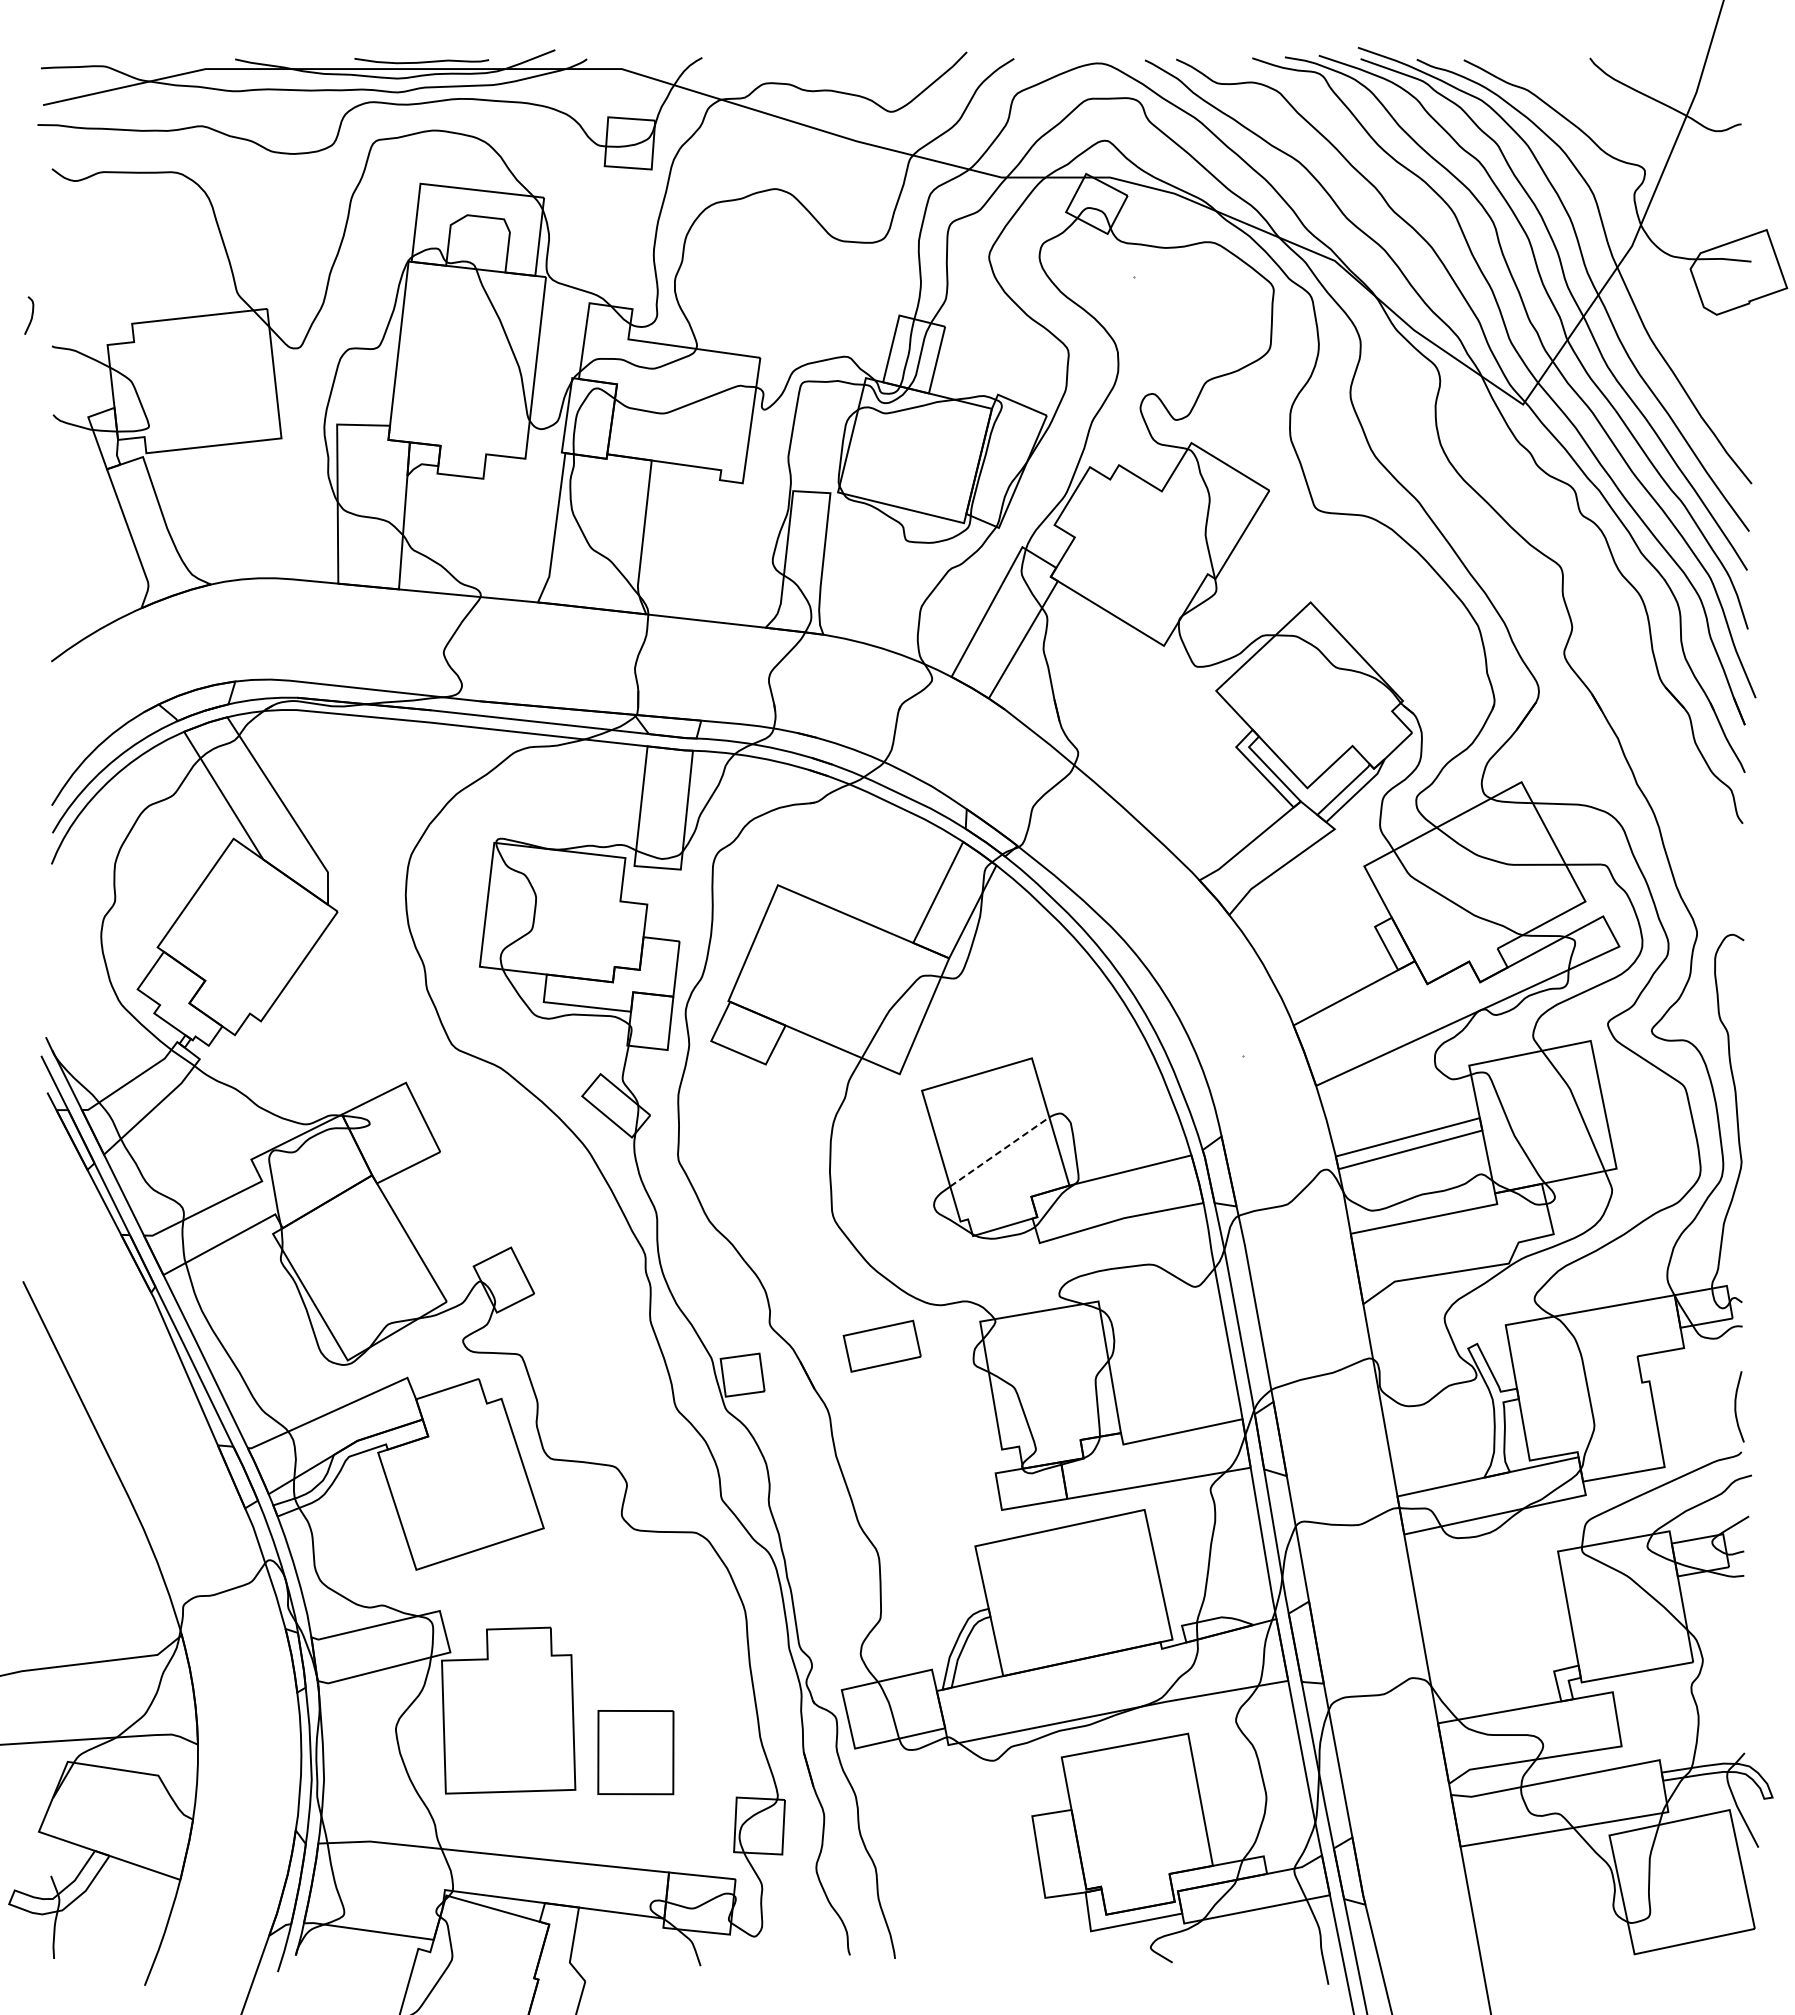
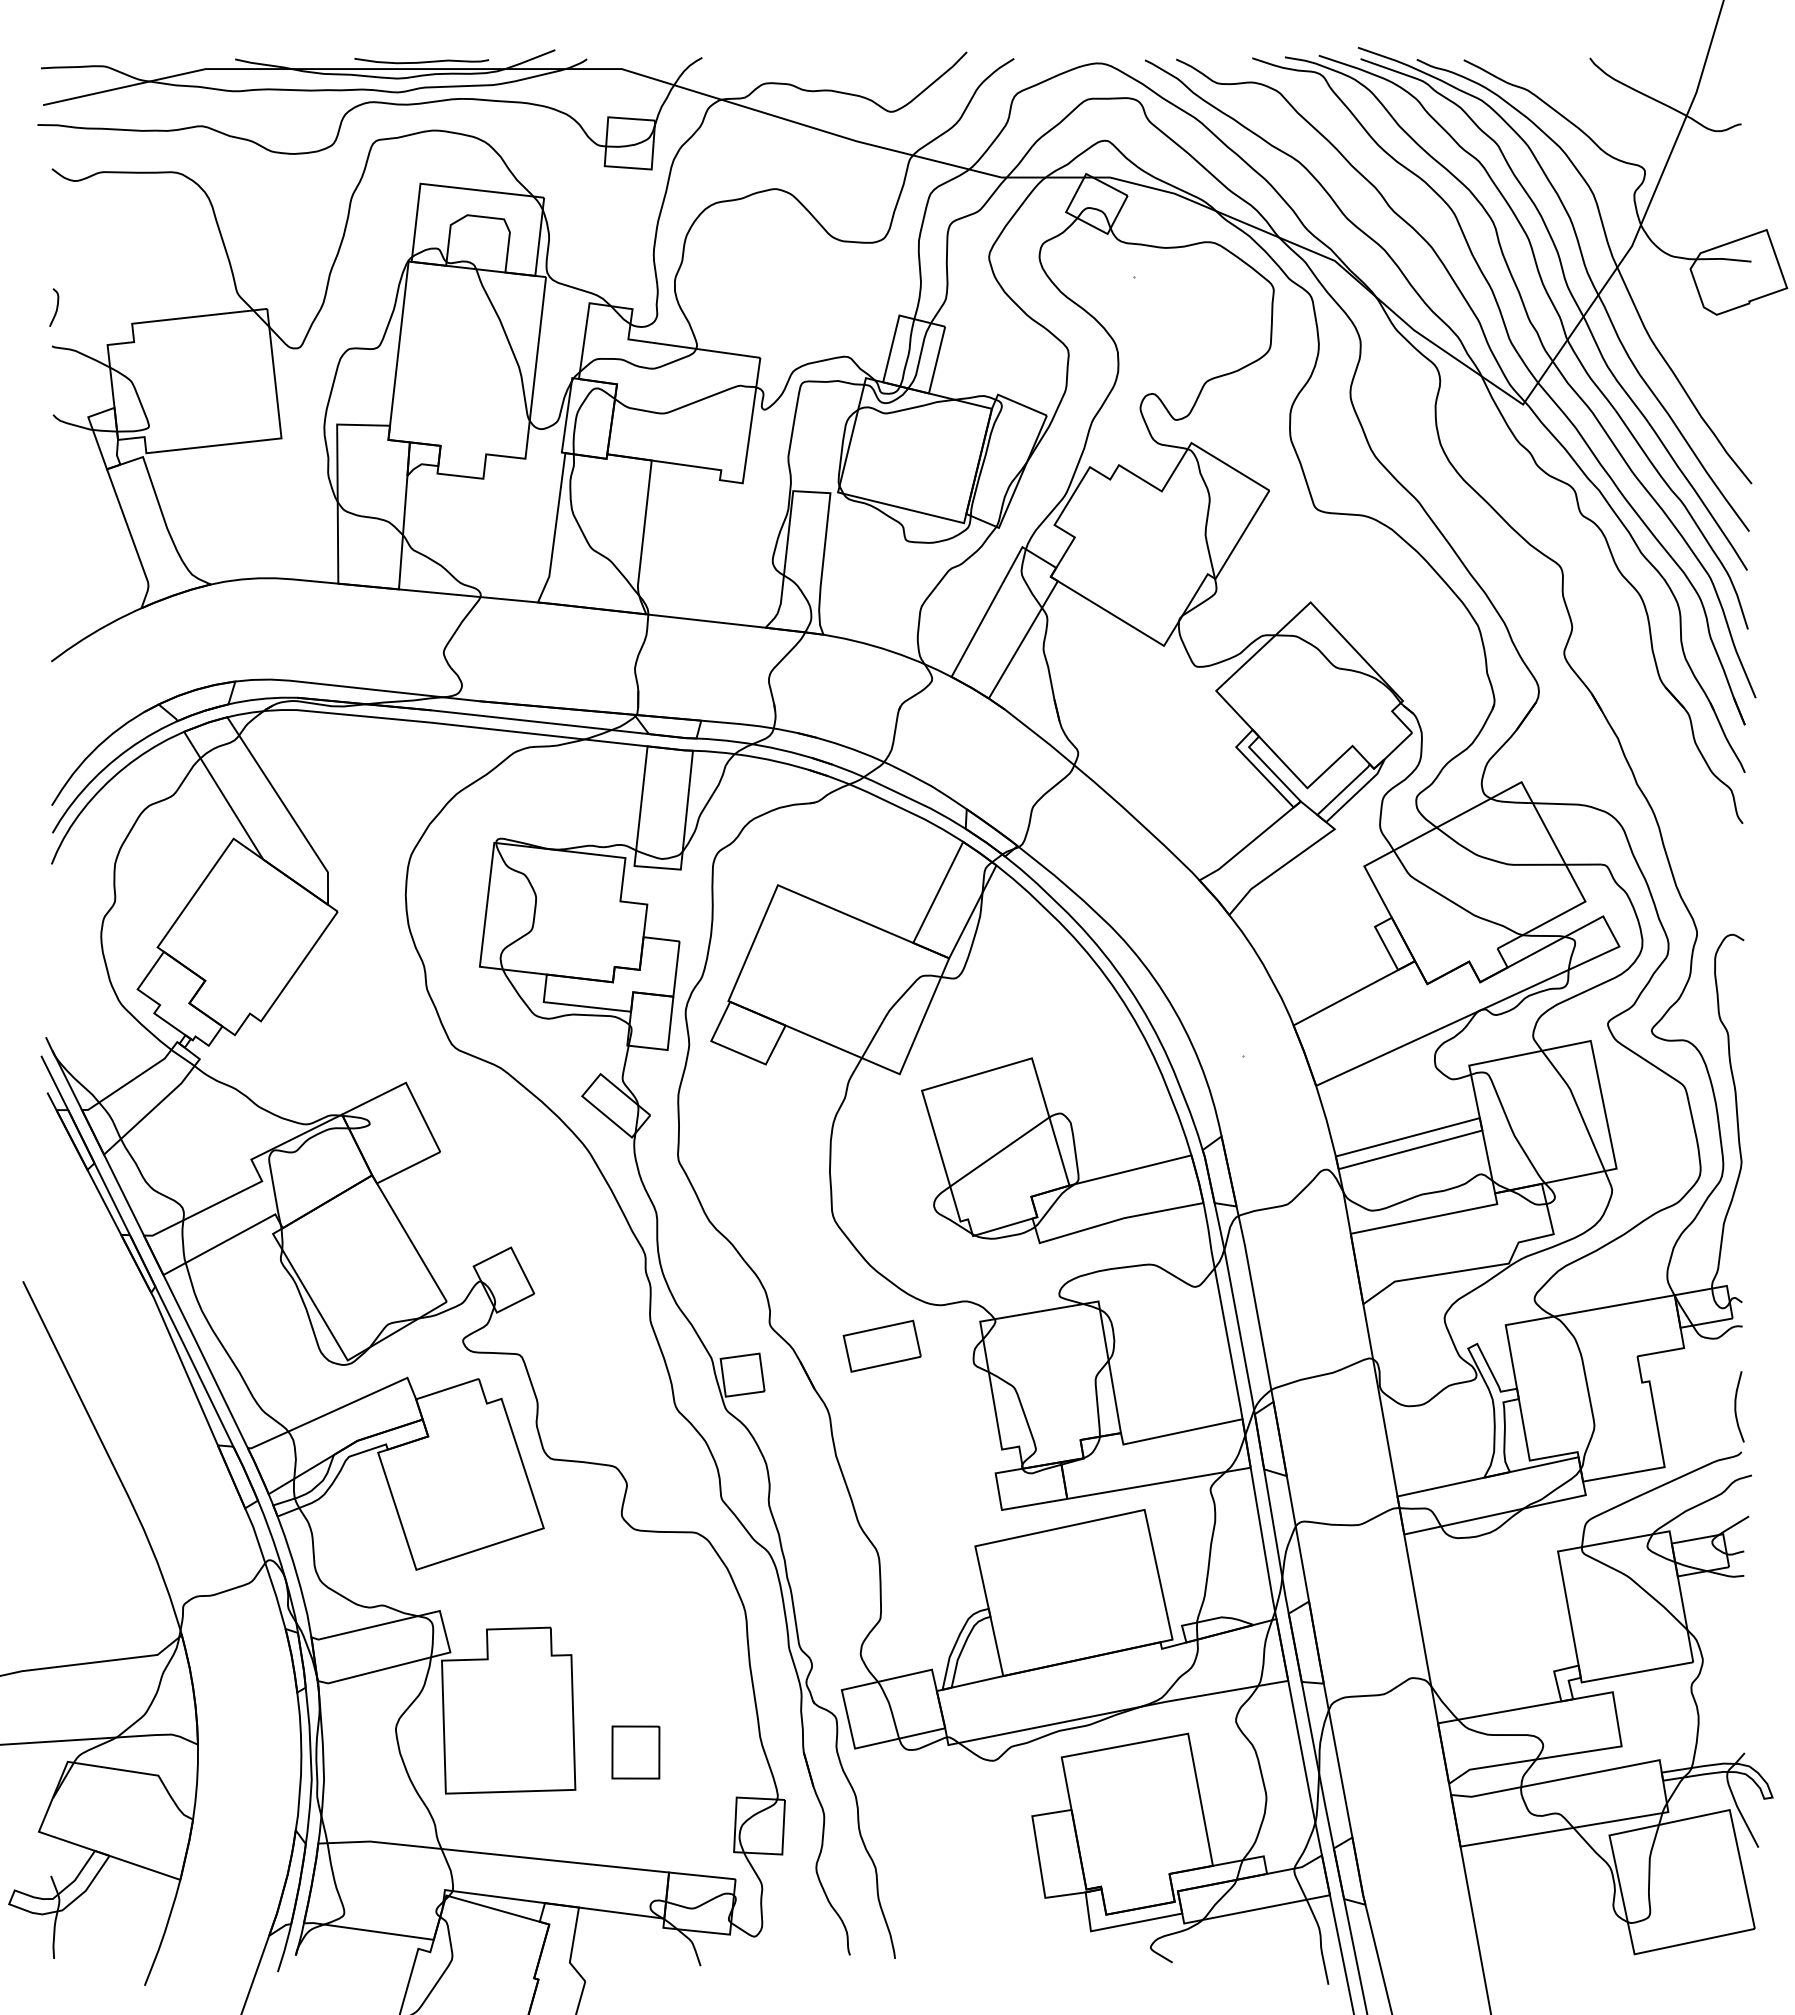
curve at (31, 315) position: (31, 315) -> (56, 307)
line at (1000, 1151): dashed -> solid
part at (635, 1752) size: 78x86 px -> 50x55 px
